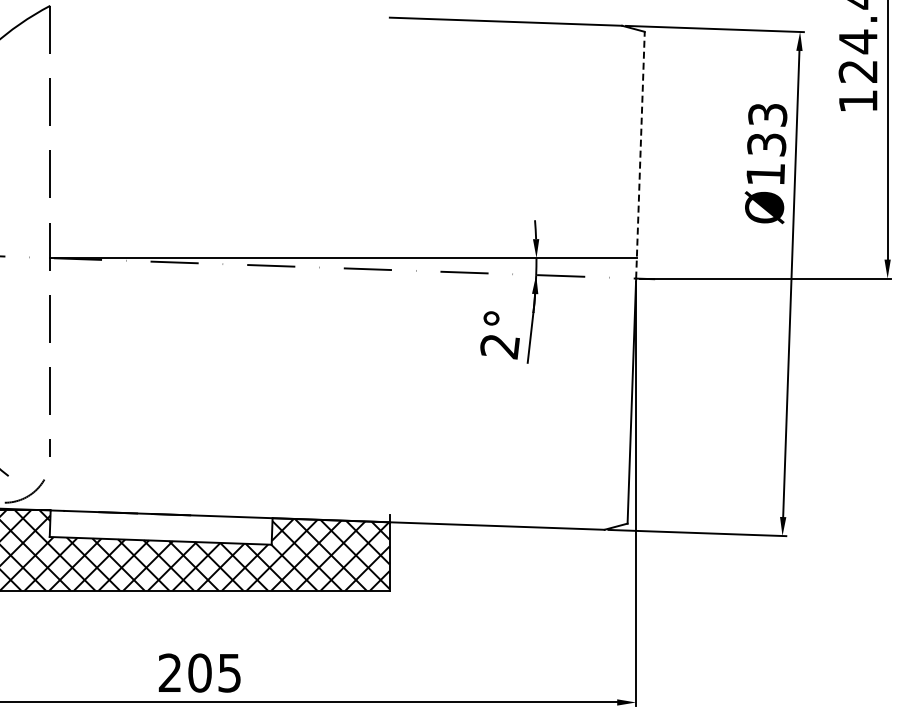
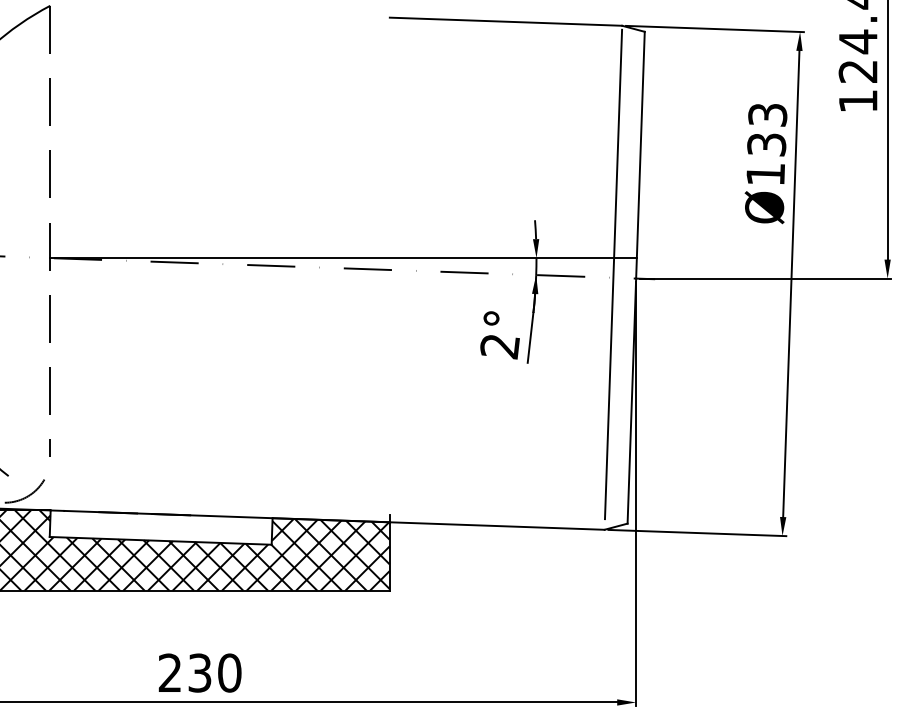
line at (640, 154): dashed -> solid
line at (613, 274): none -> present
text at (214, 672): 205 -> 230
